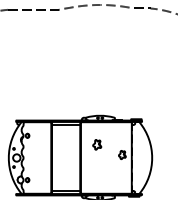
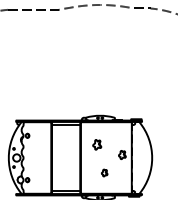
part at (104, 172): none -> present
